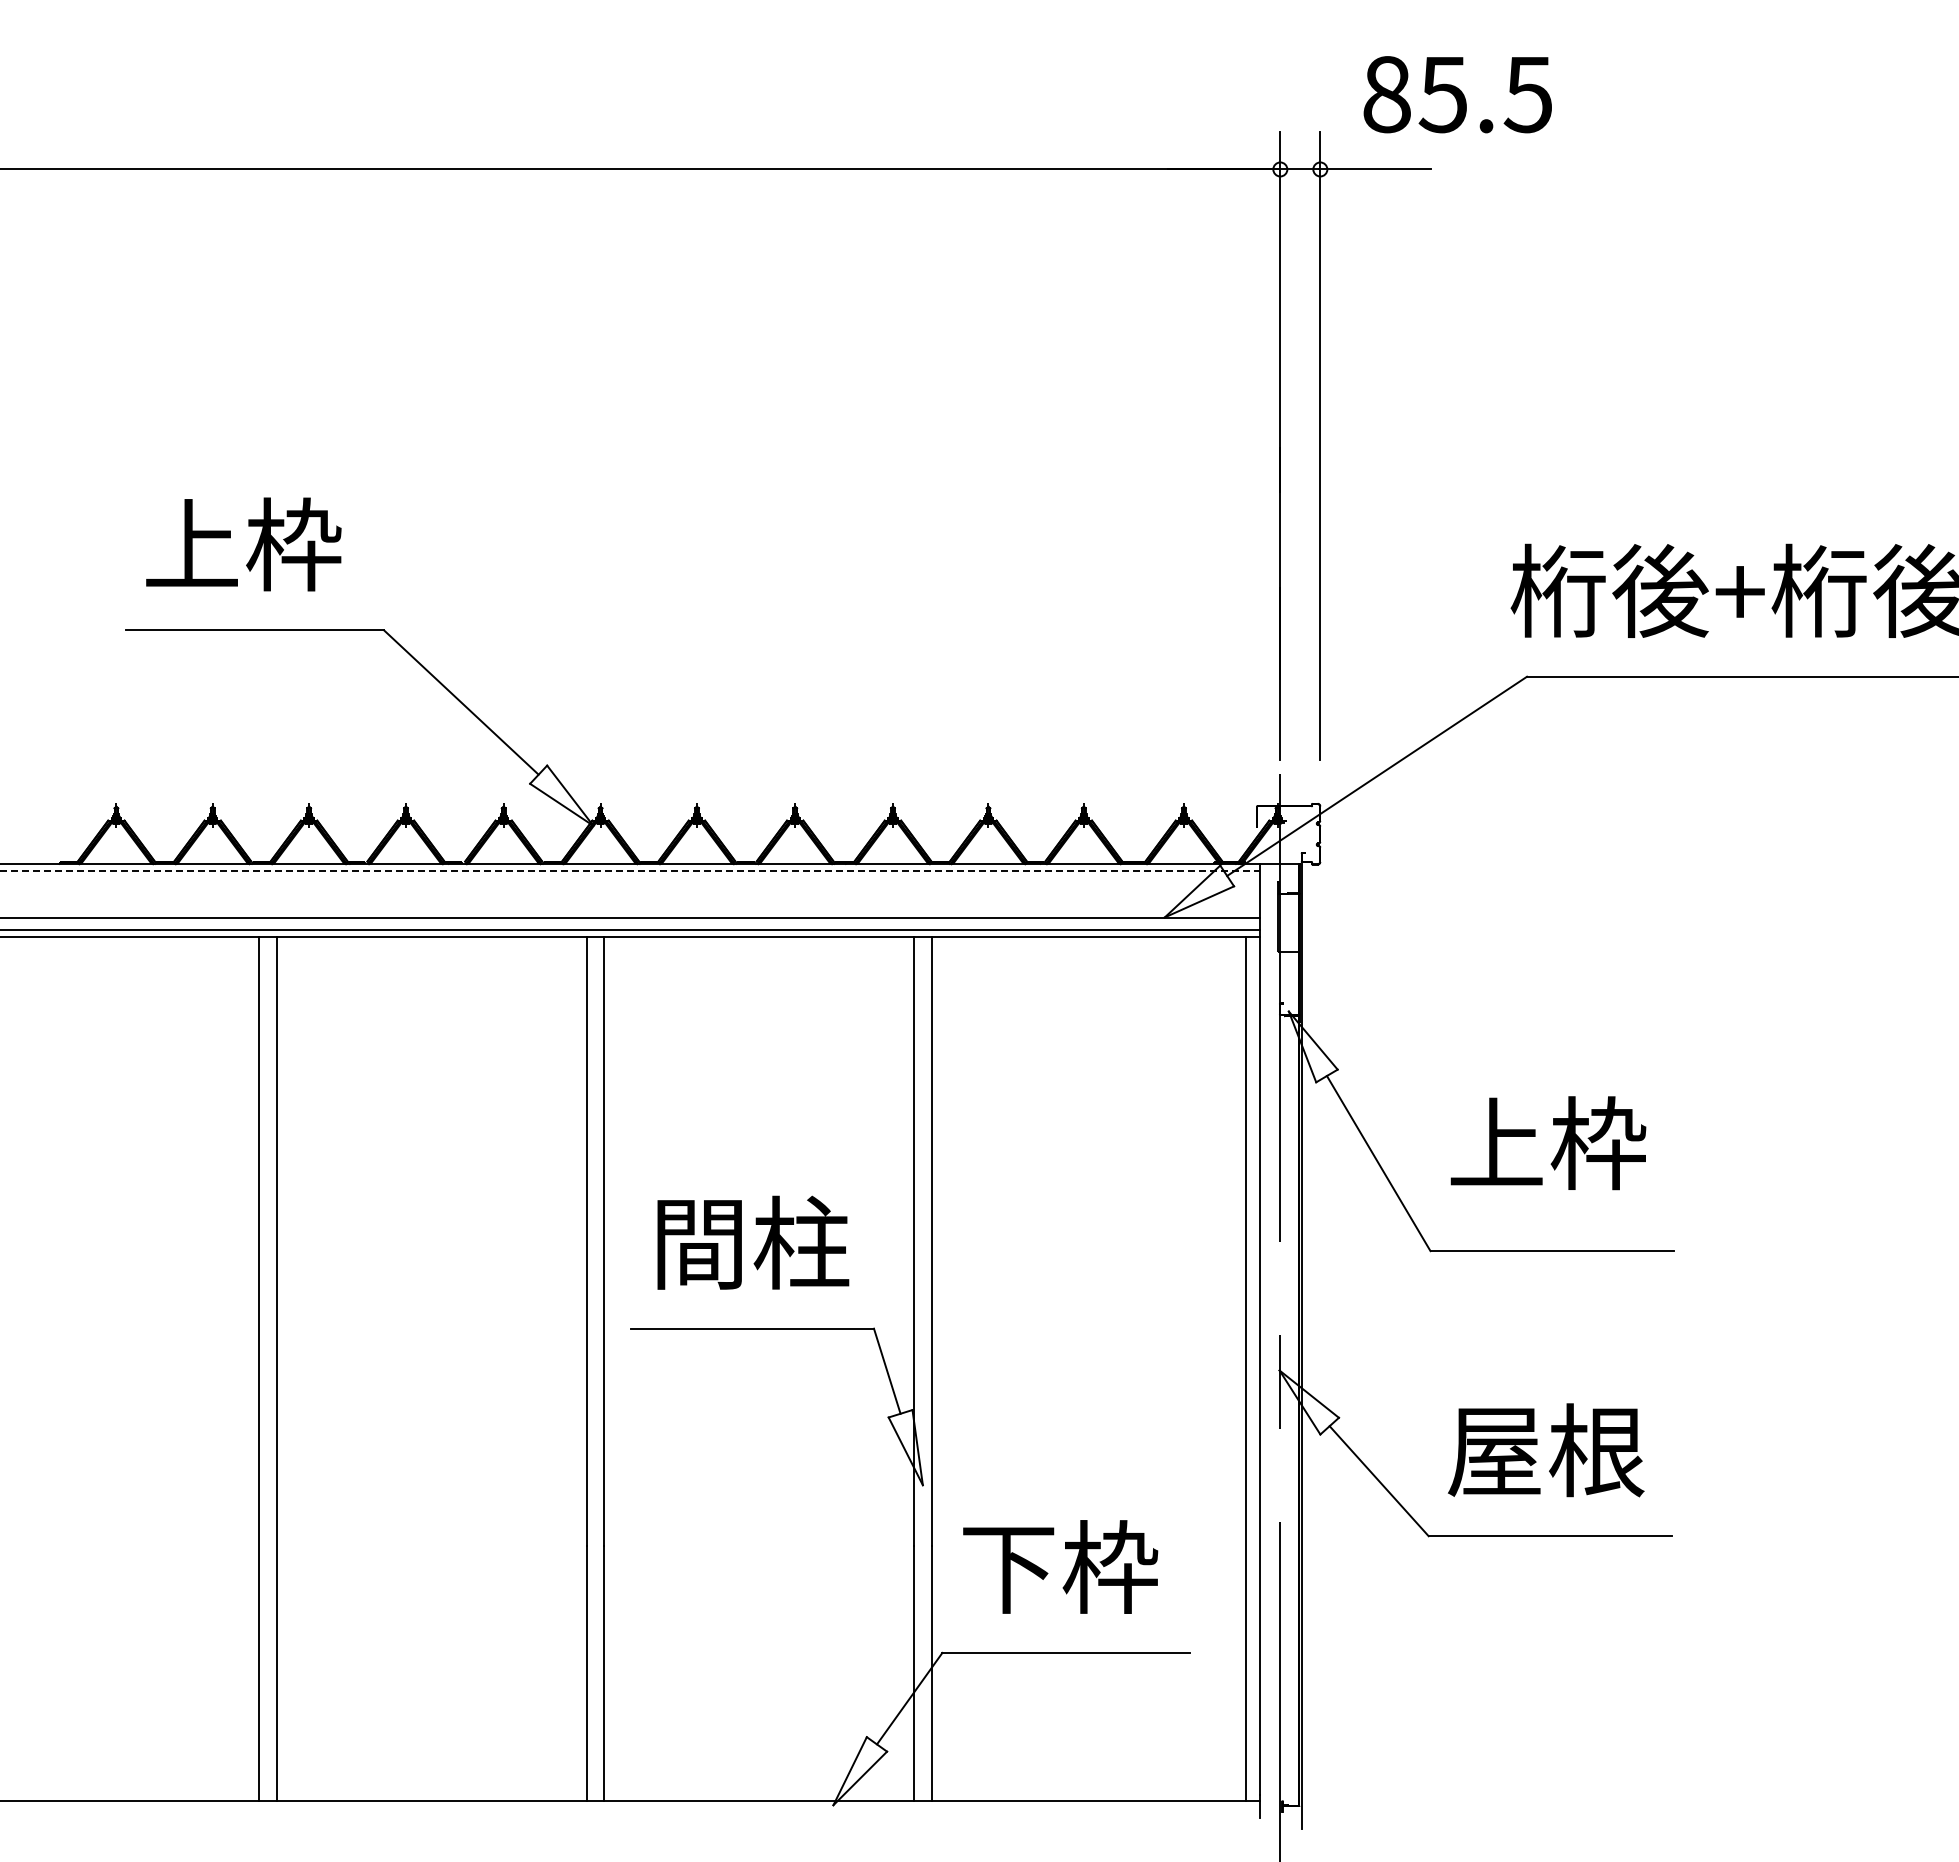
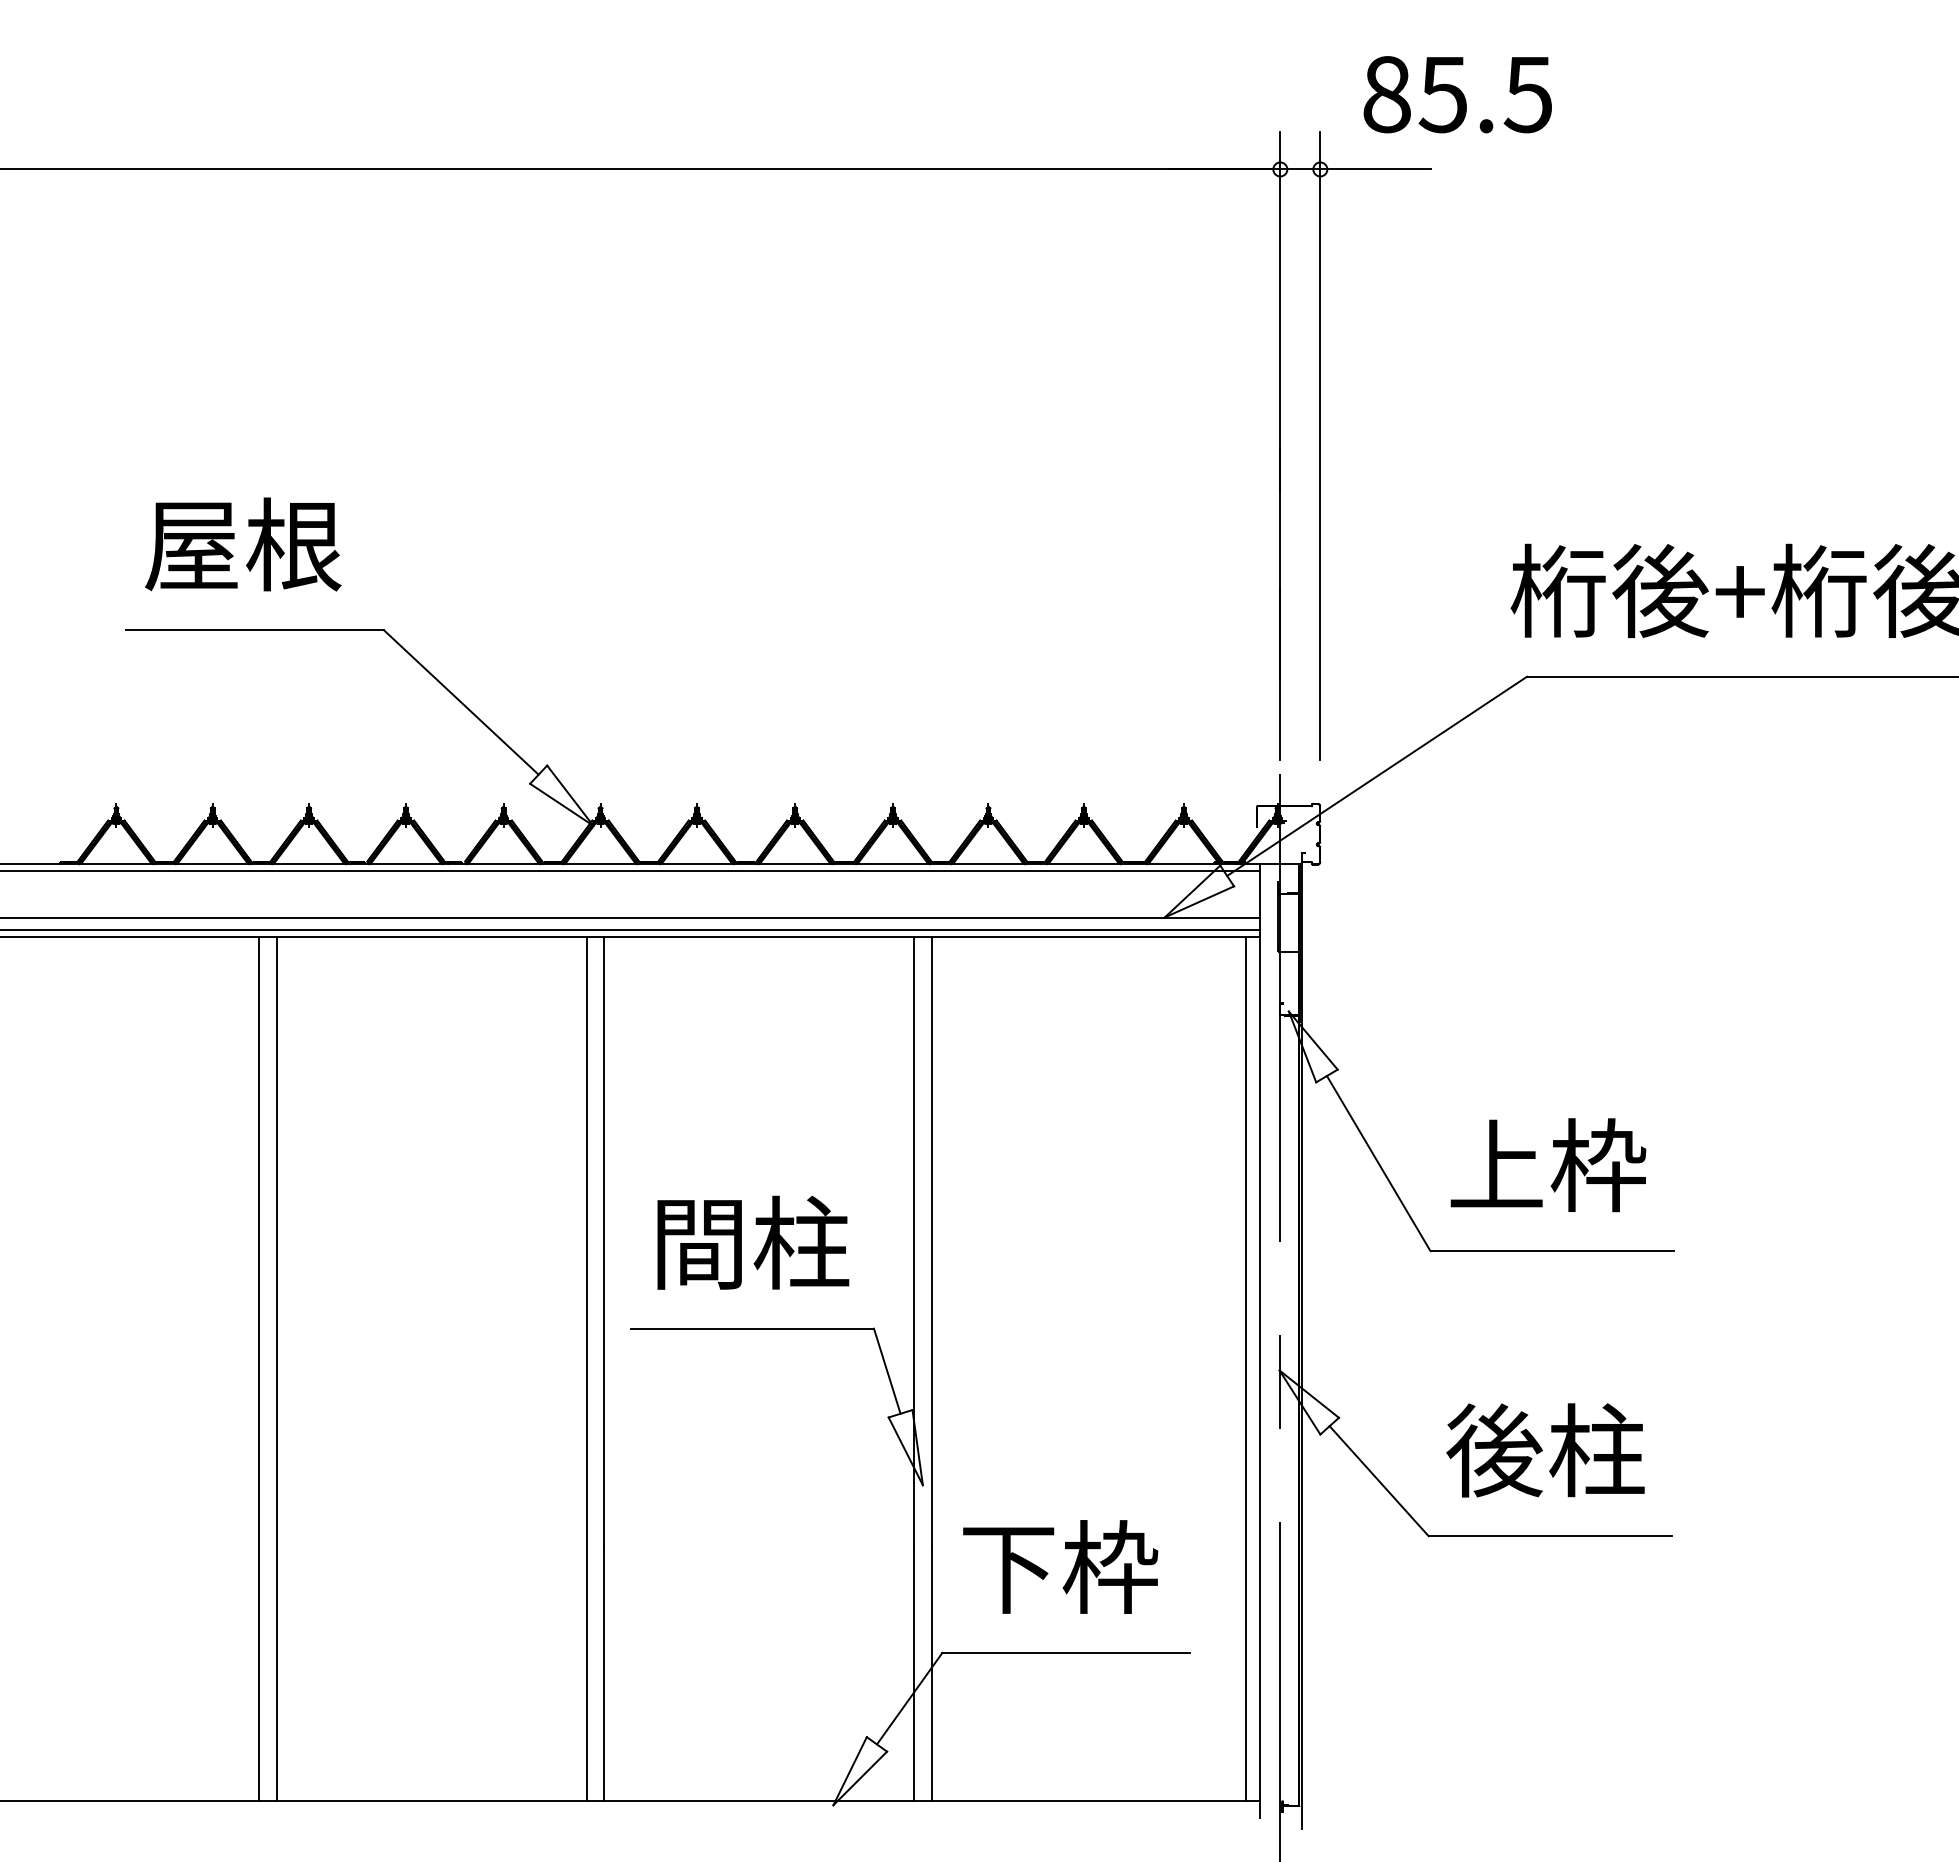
text at (243, 544): 上枠 -> 屋根
line at (630, 870): dashed -> solid
text at (1548, 1143) position: (1548, 1143) -> (1548, 1165)
text at (1545, 1450): 屋根 -> 後柱
